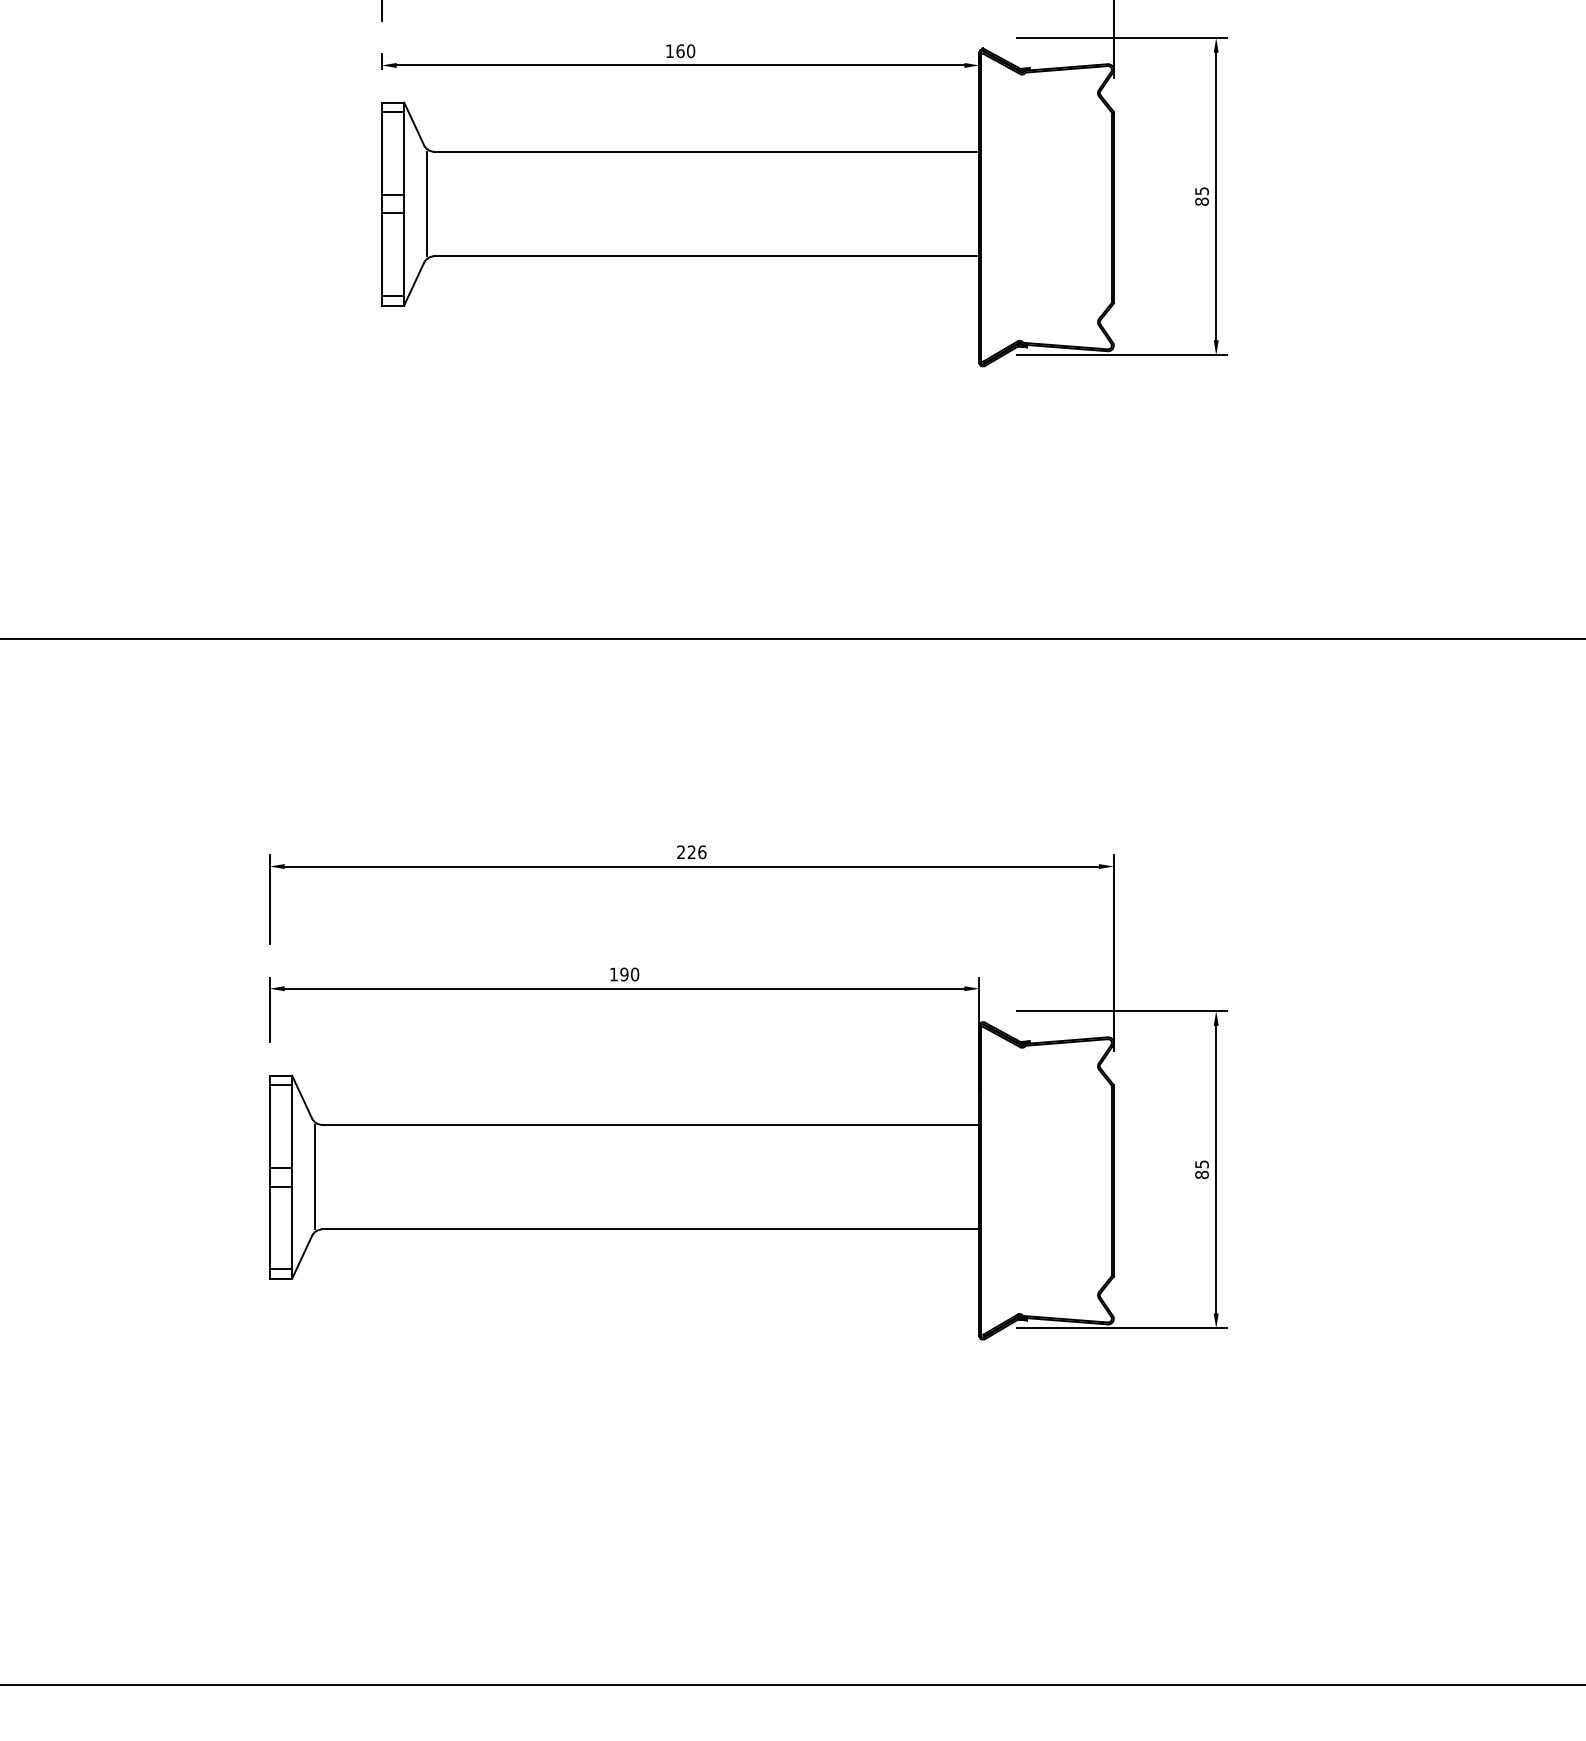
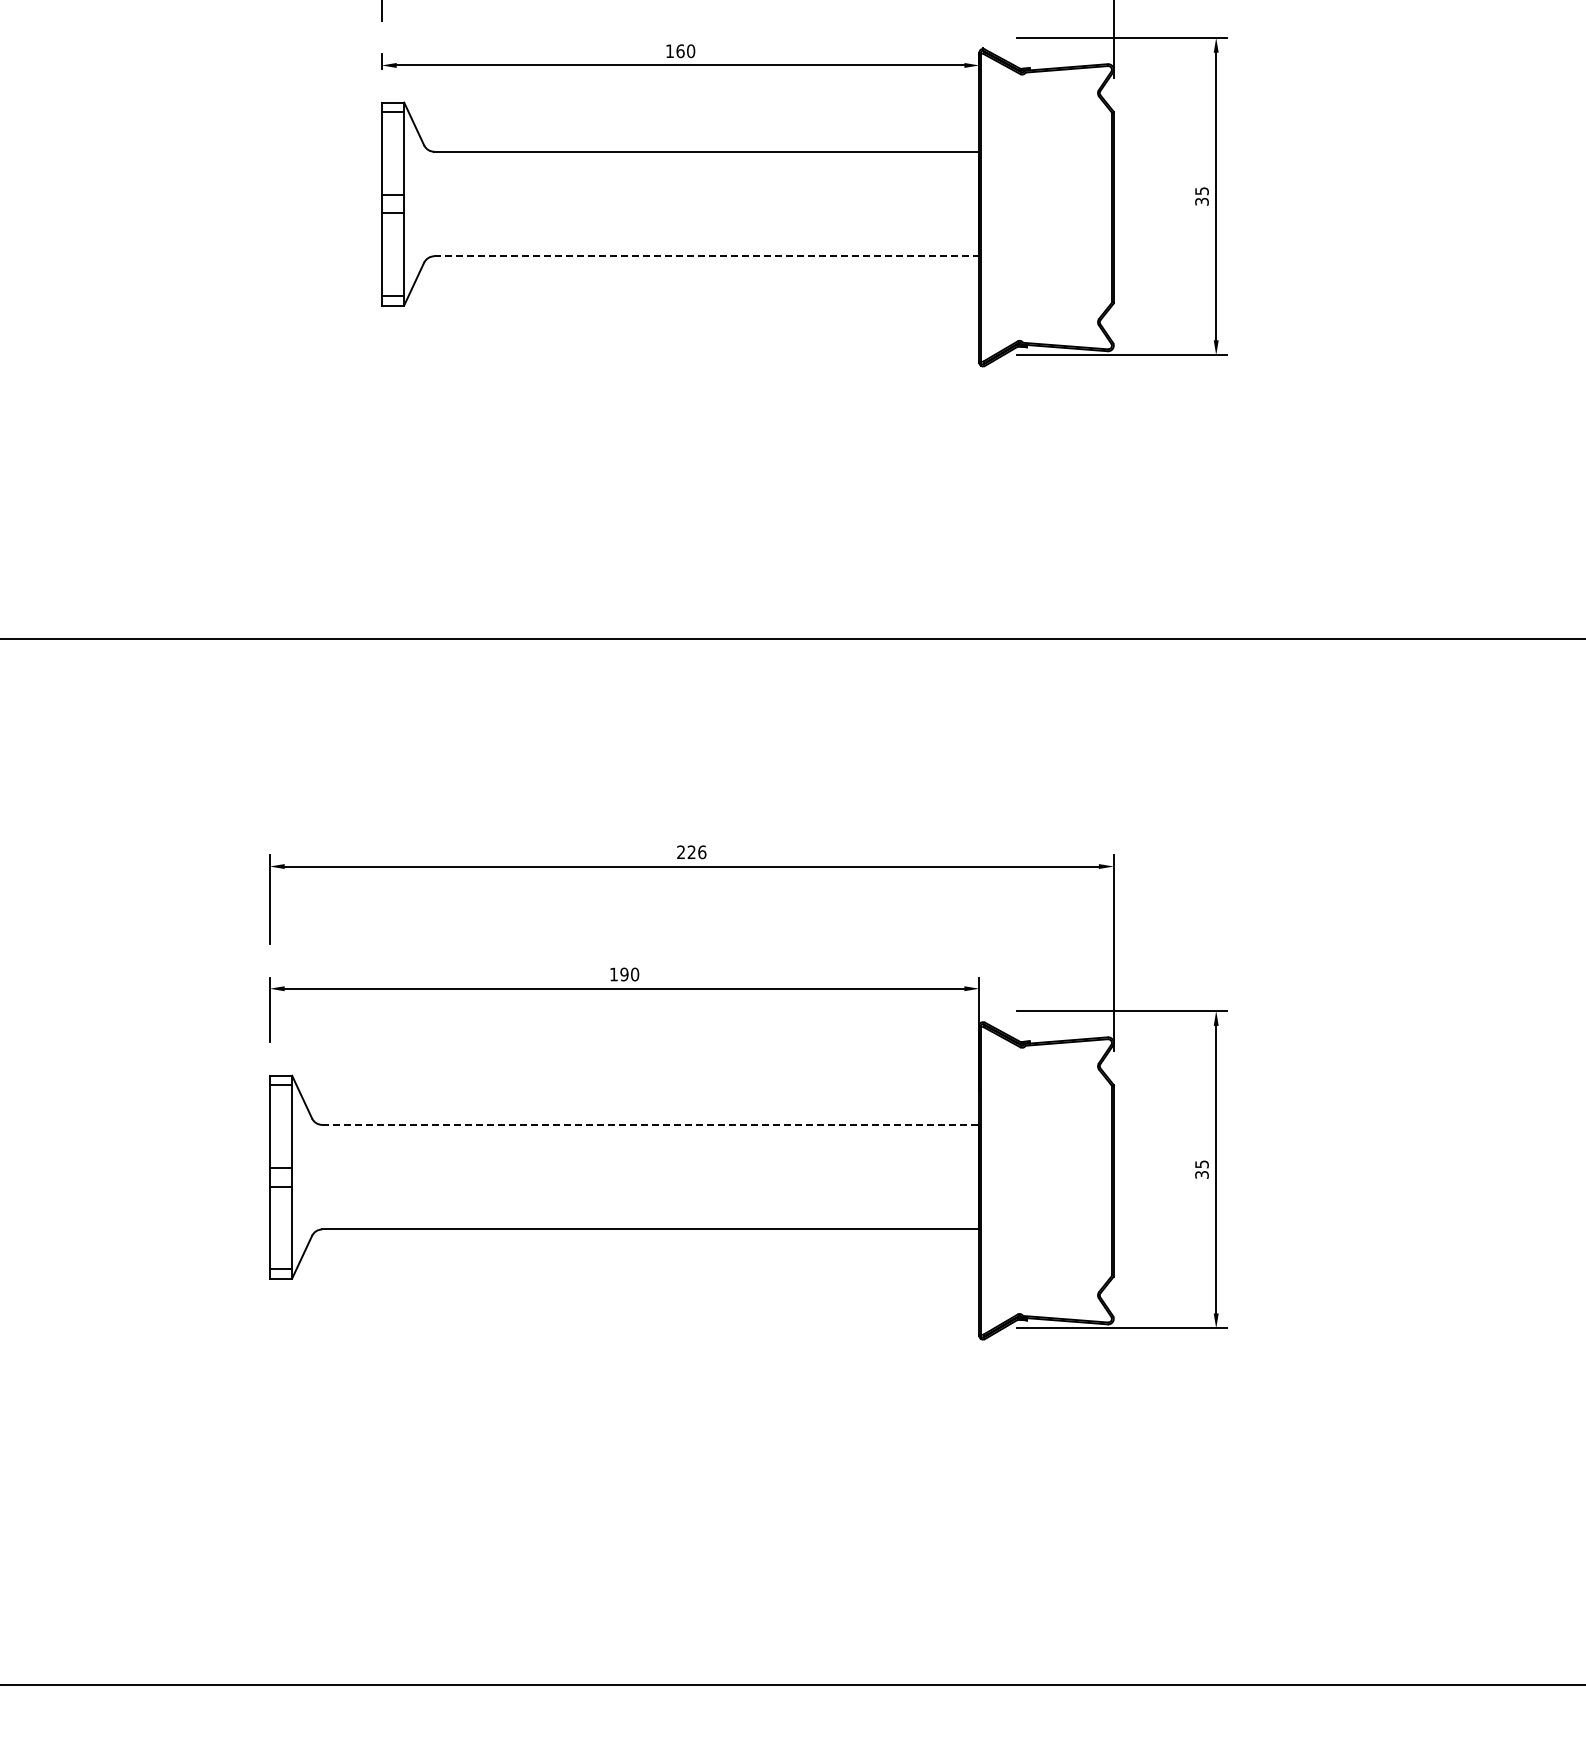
text at (1201, 201): 85 -> 35
line at (427, 203): present -> none
line at (706, 256): solid -> dashed
line at (650, 1124): solid -> dashed
text at (1201, 1174): 85 -> 35
line at (315, 1176): present -> none
